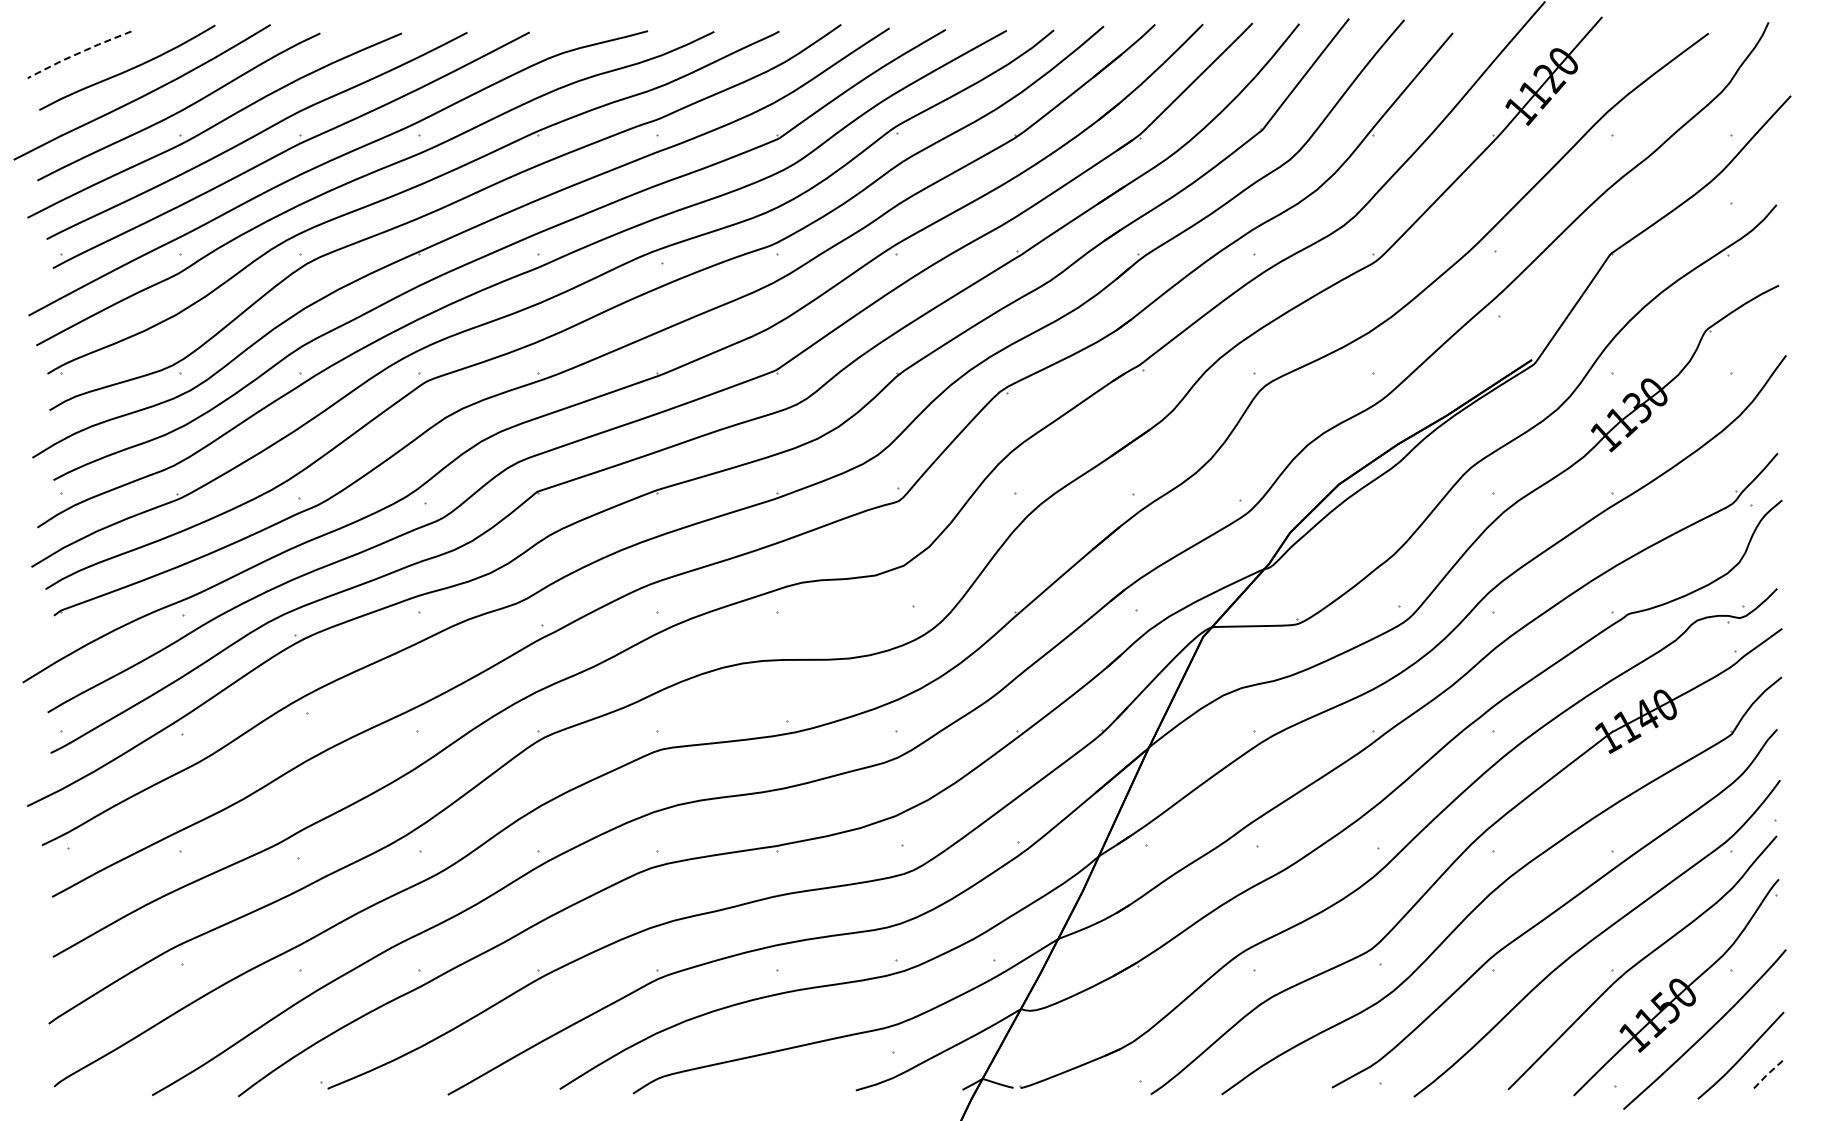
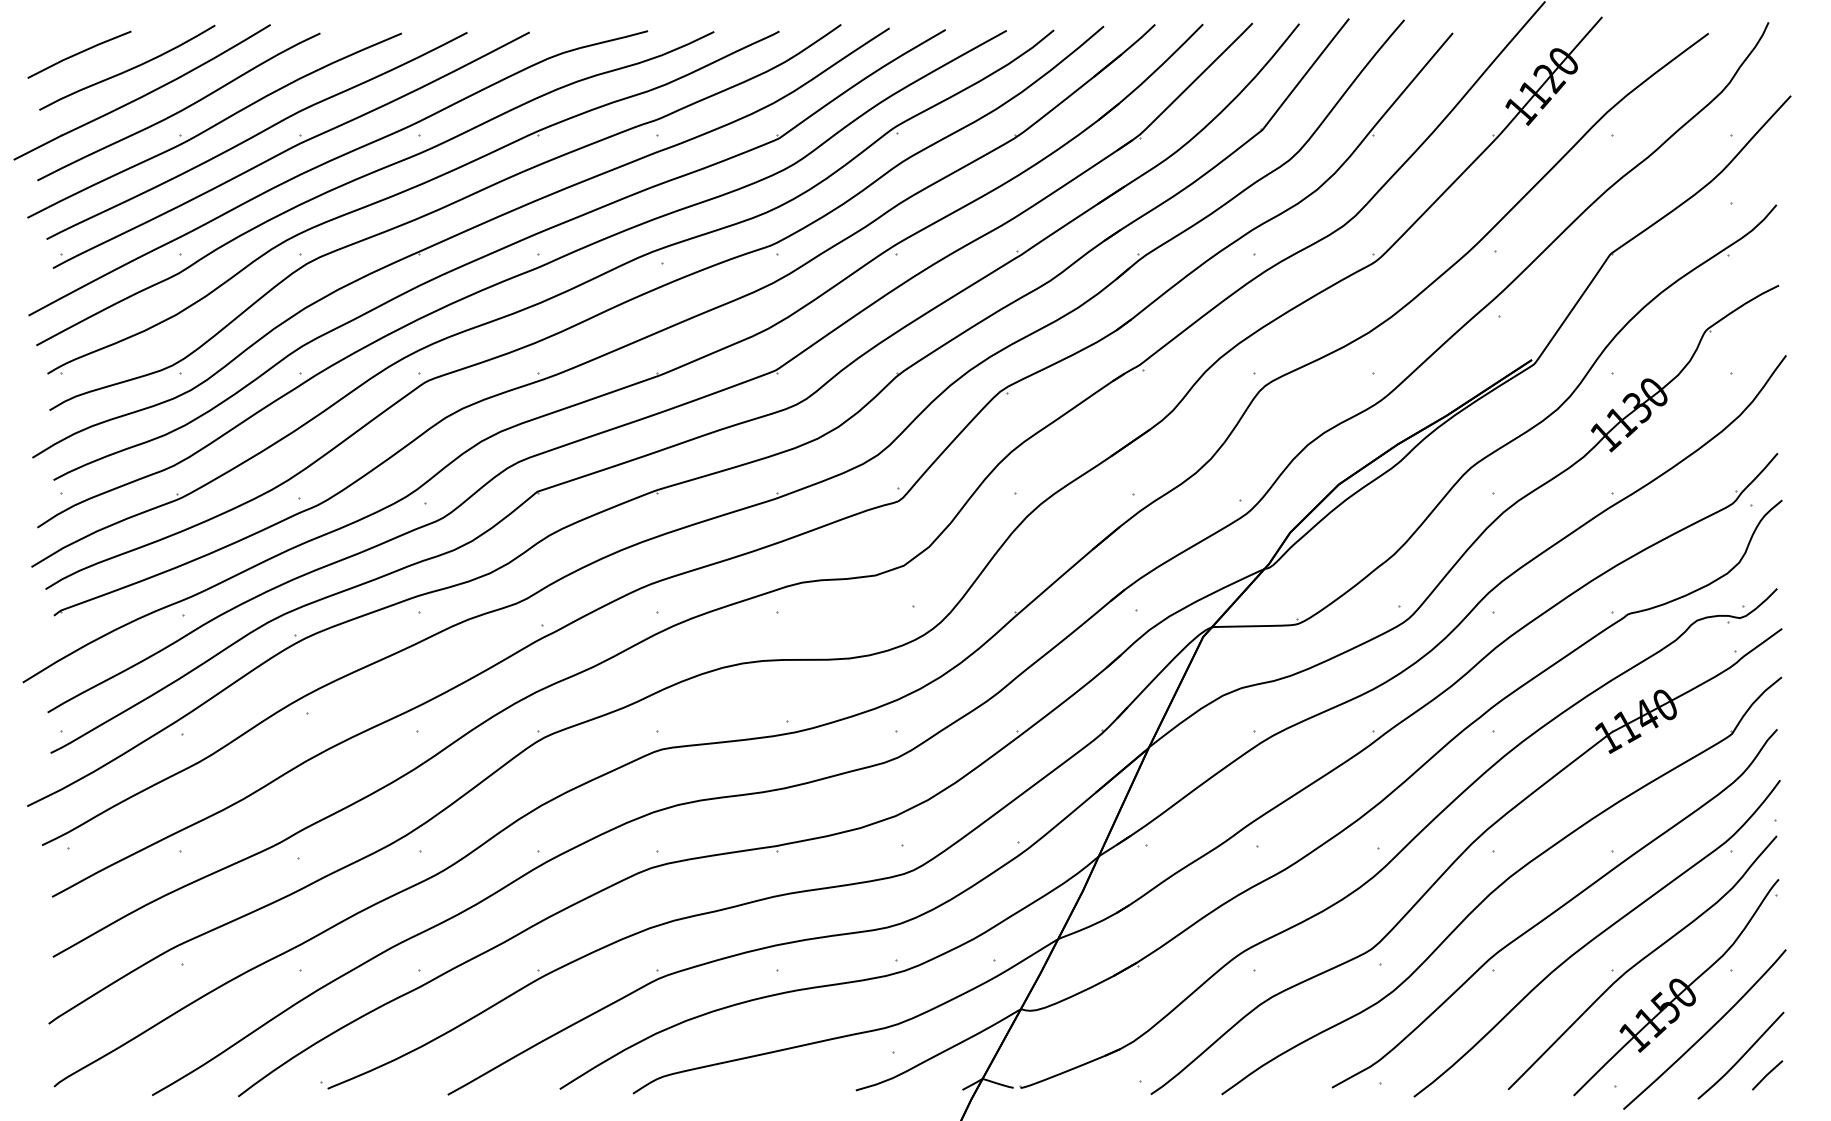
line at (78, 53): dashed -> solid
line at (1766, 1075): dashed -> solid
